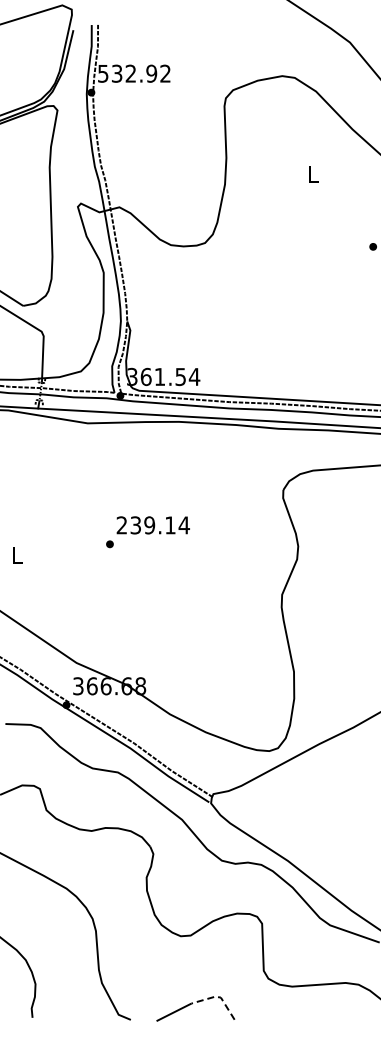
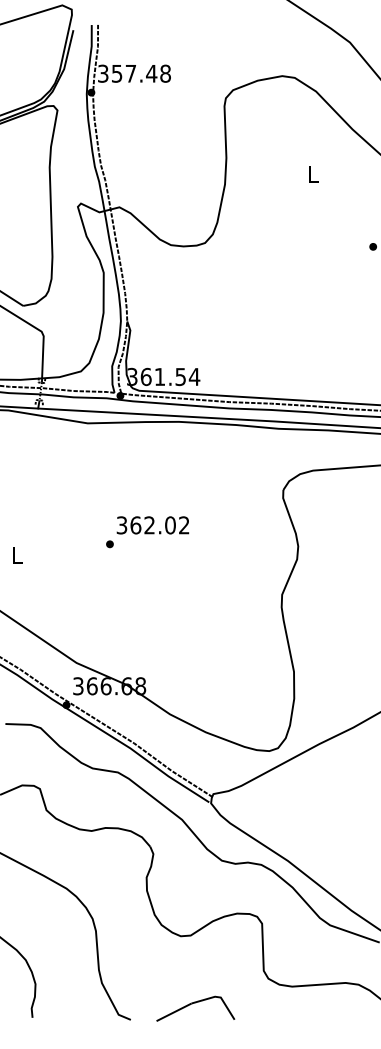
text at (134, 73): 532.92 -> 357.48
text at (152, 525): 239.14 -> 362.02
line at (218, 997): dashed -> solid
